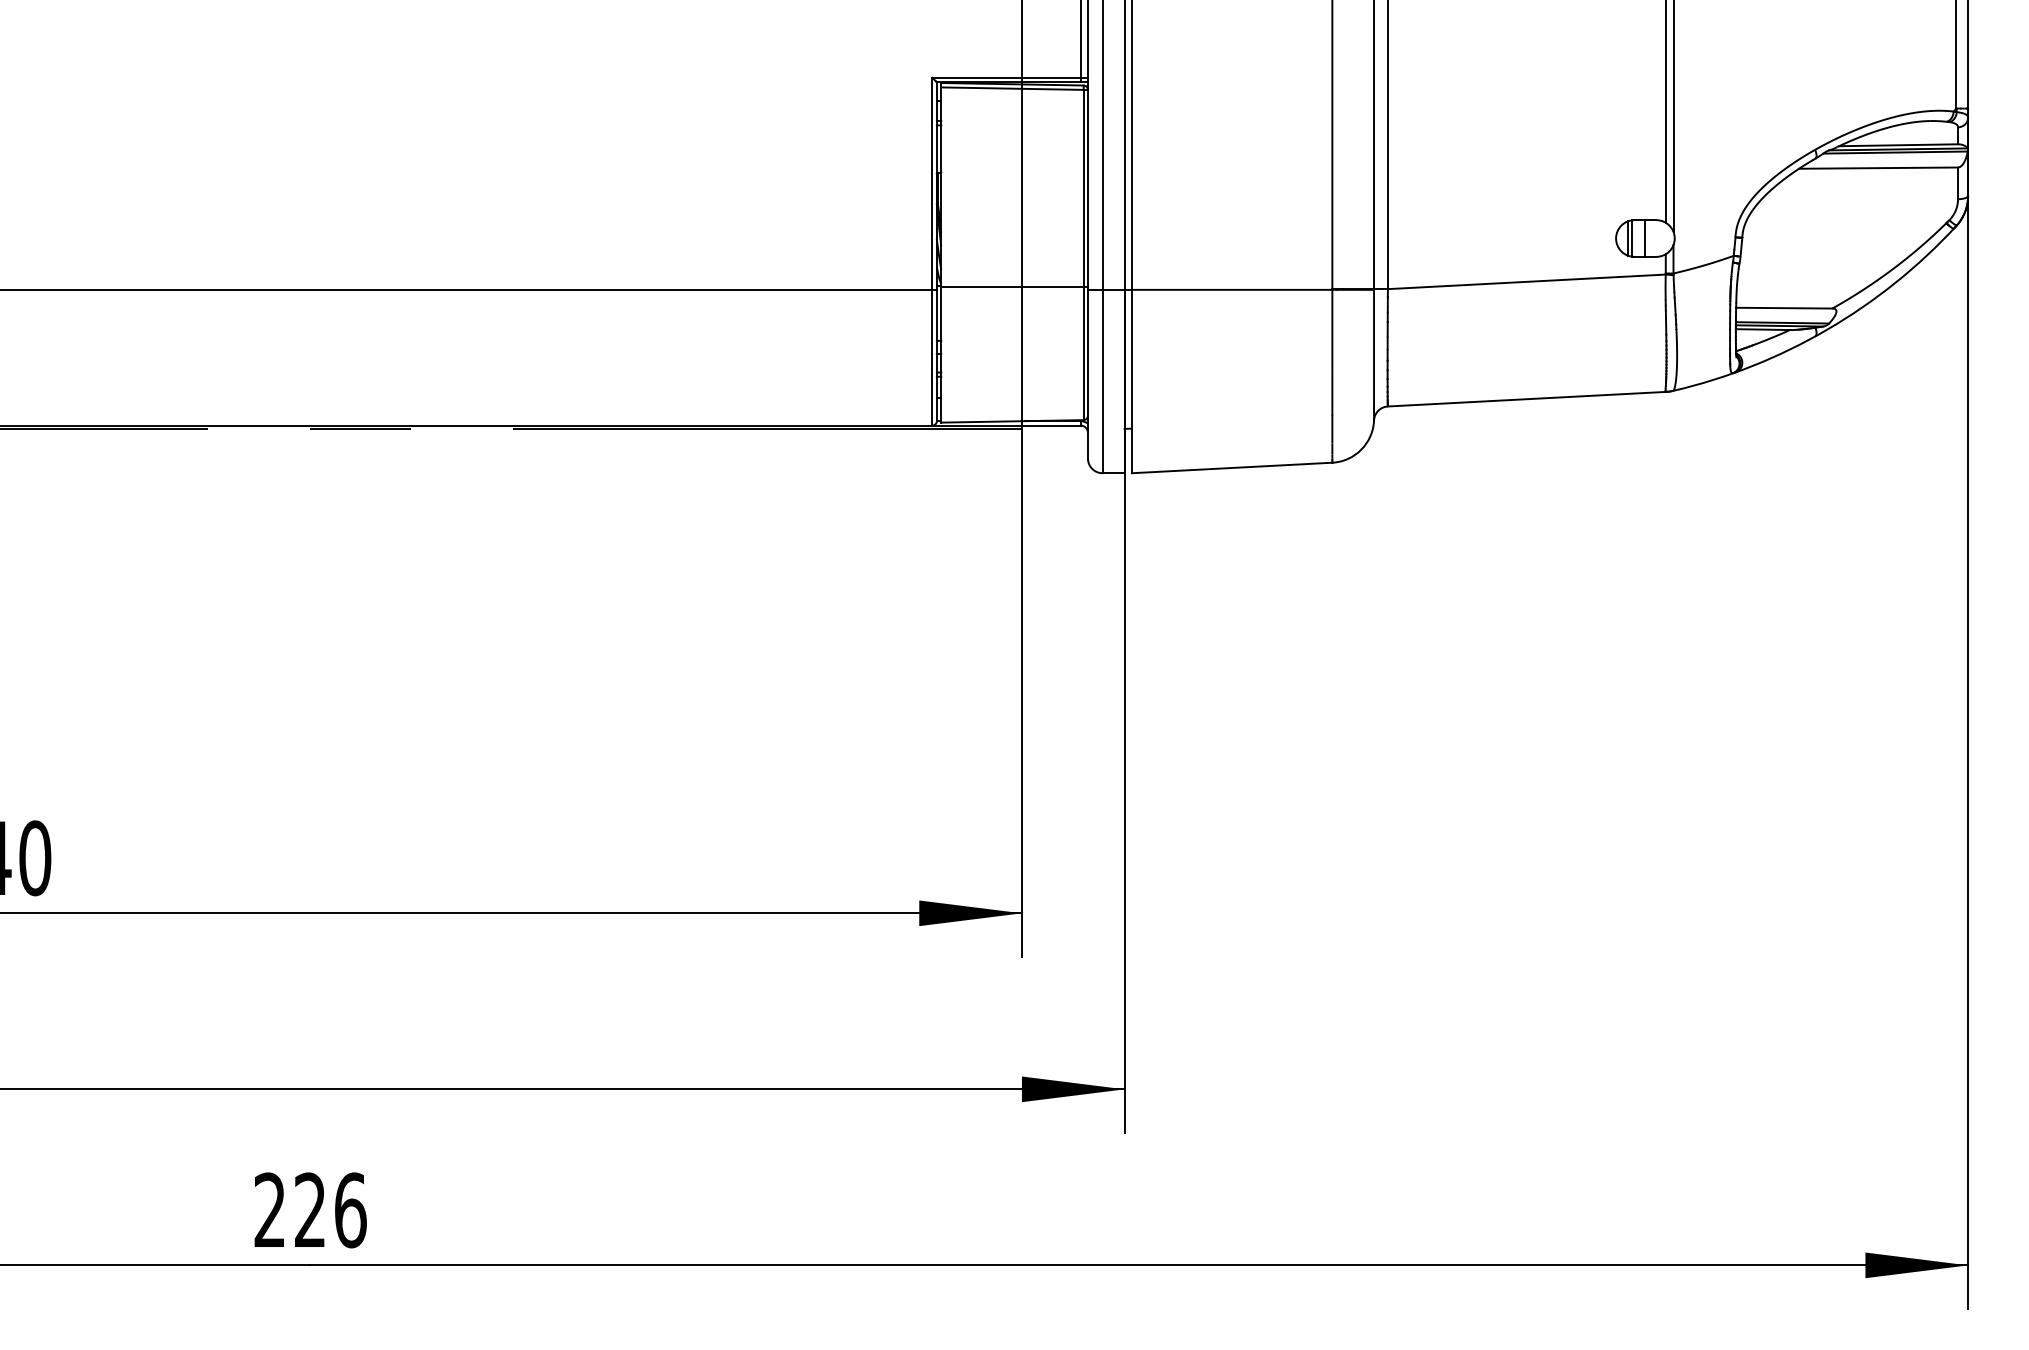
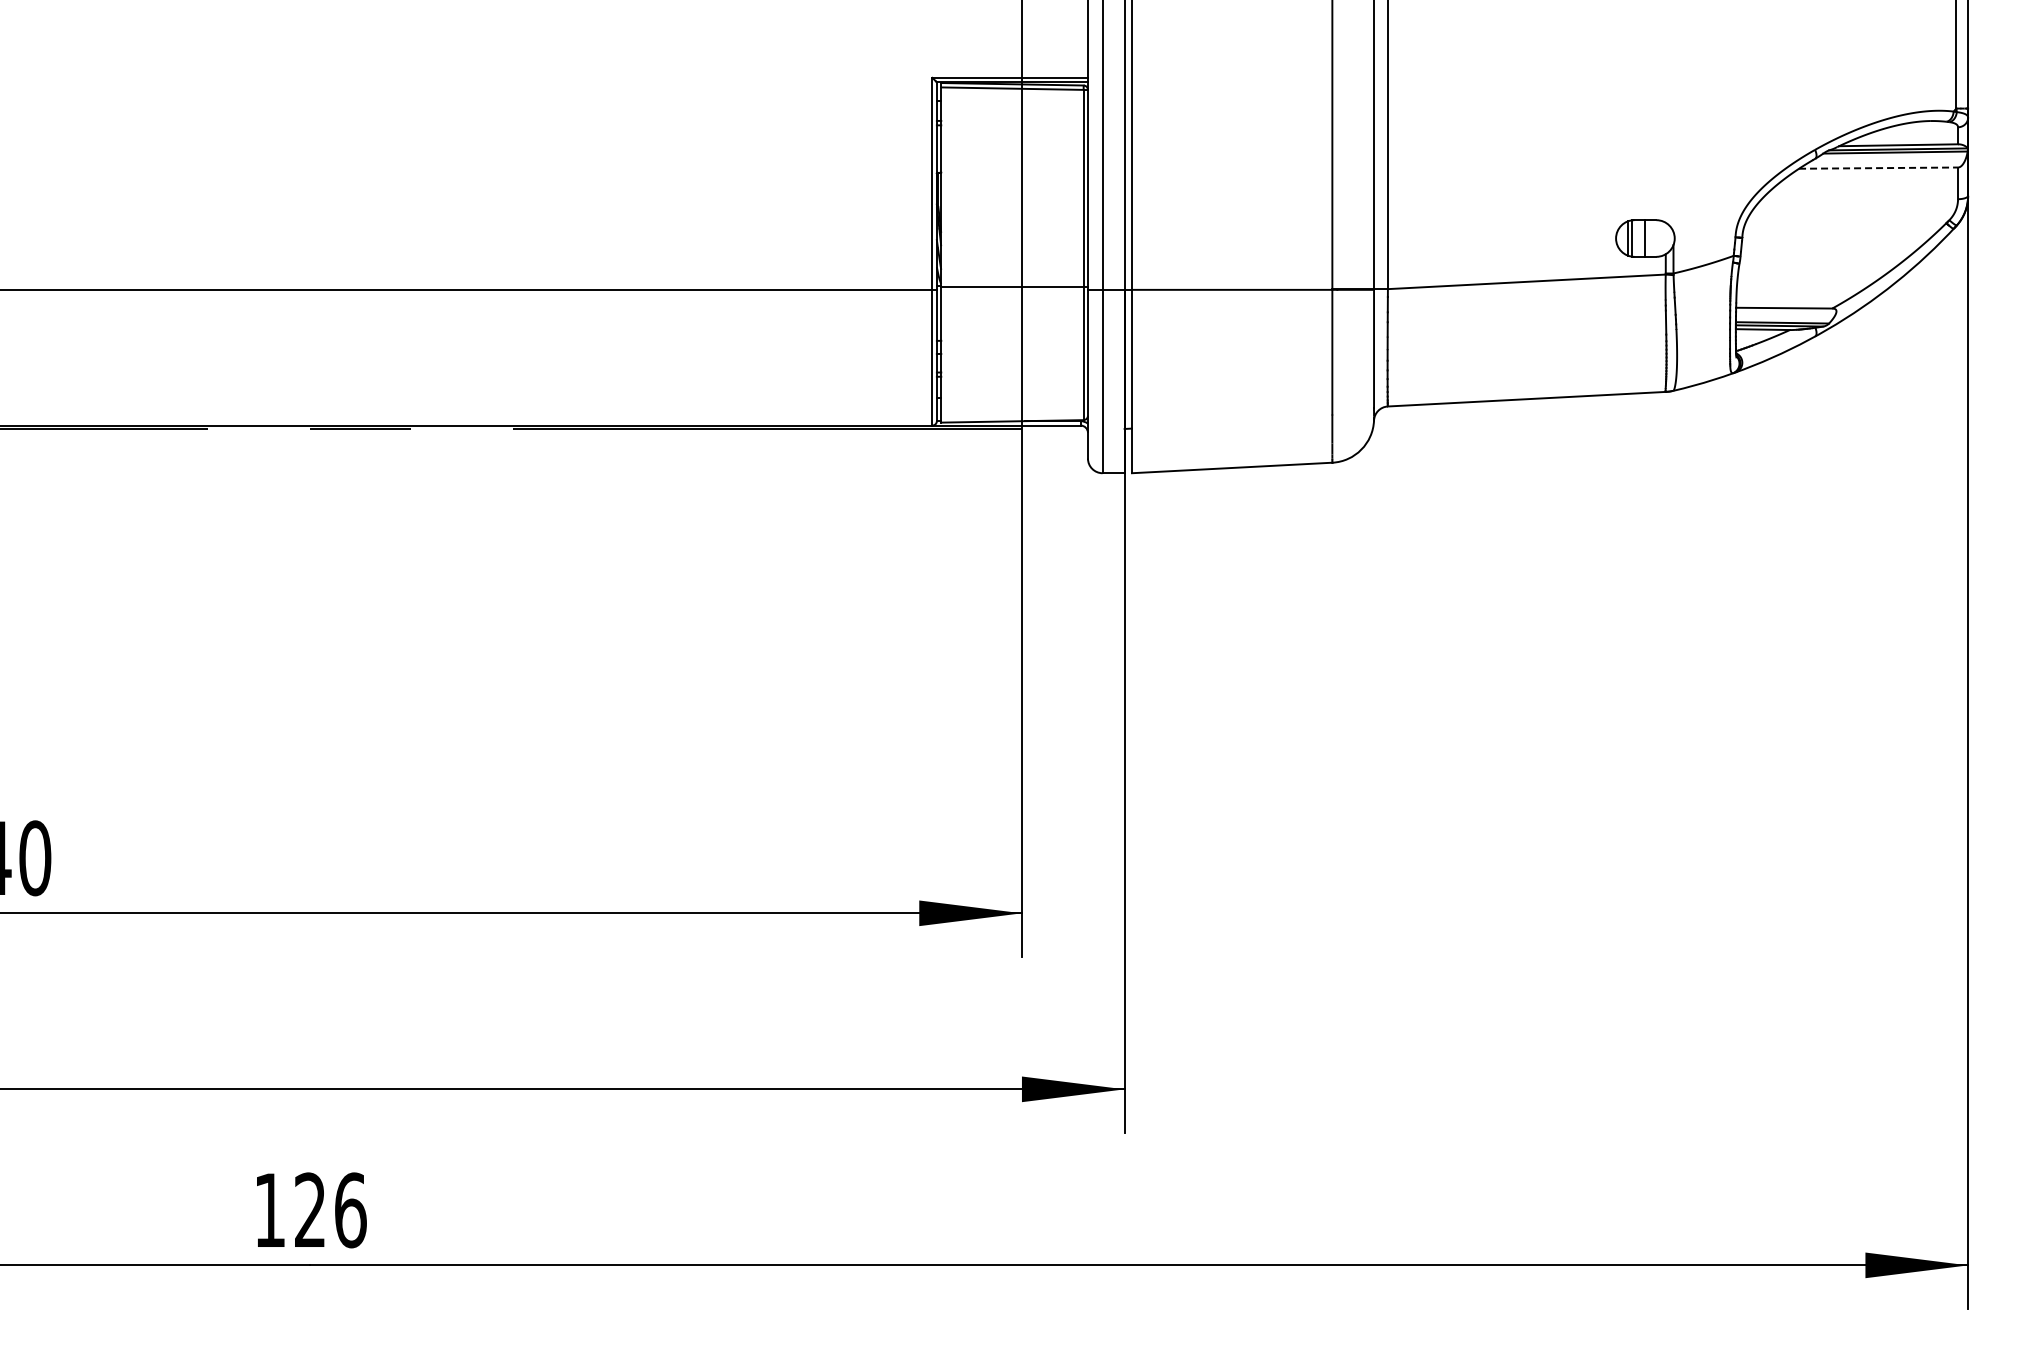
line at (1080, 42): present -> none
line at (1665, 112): present -> none
line at (1673, 116): present -> none
line at (1879, 168): solid -> dashed
text at (269, 1209): 226 -> 126
